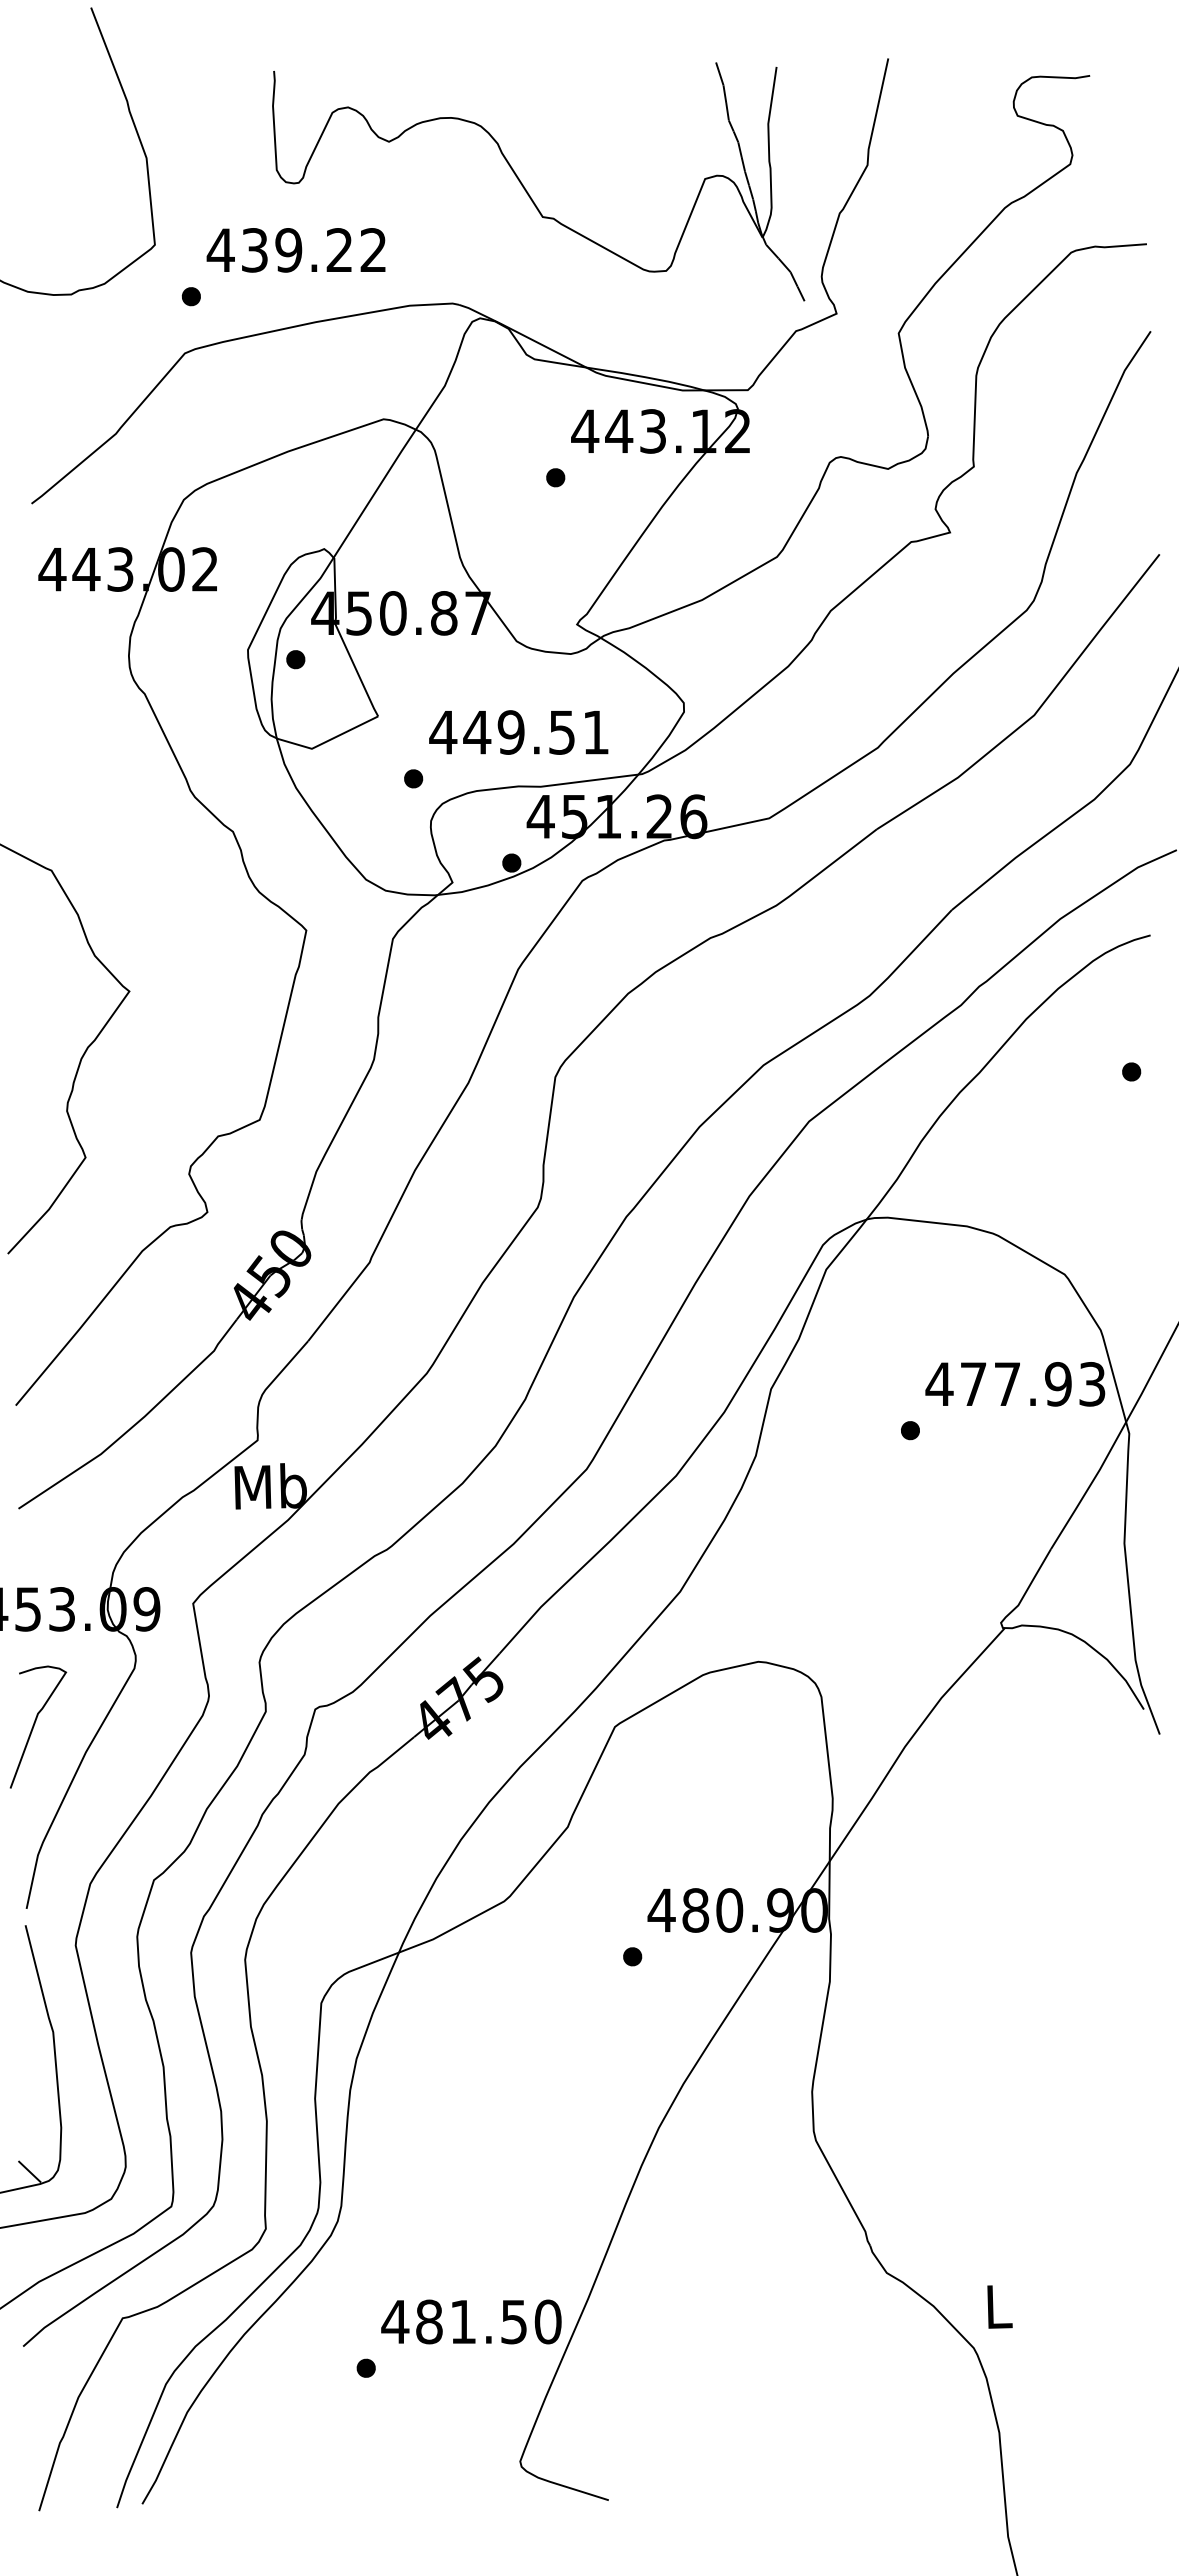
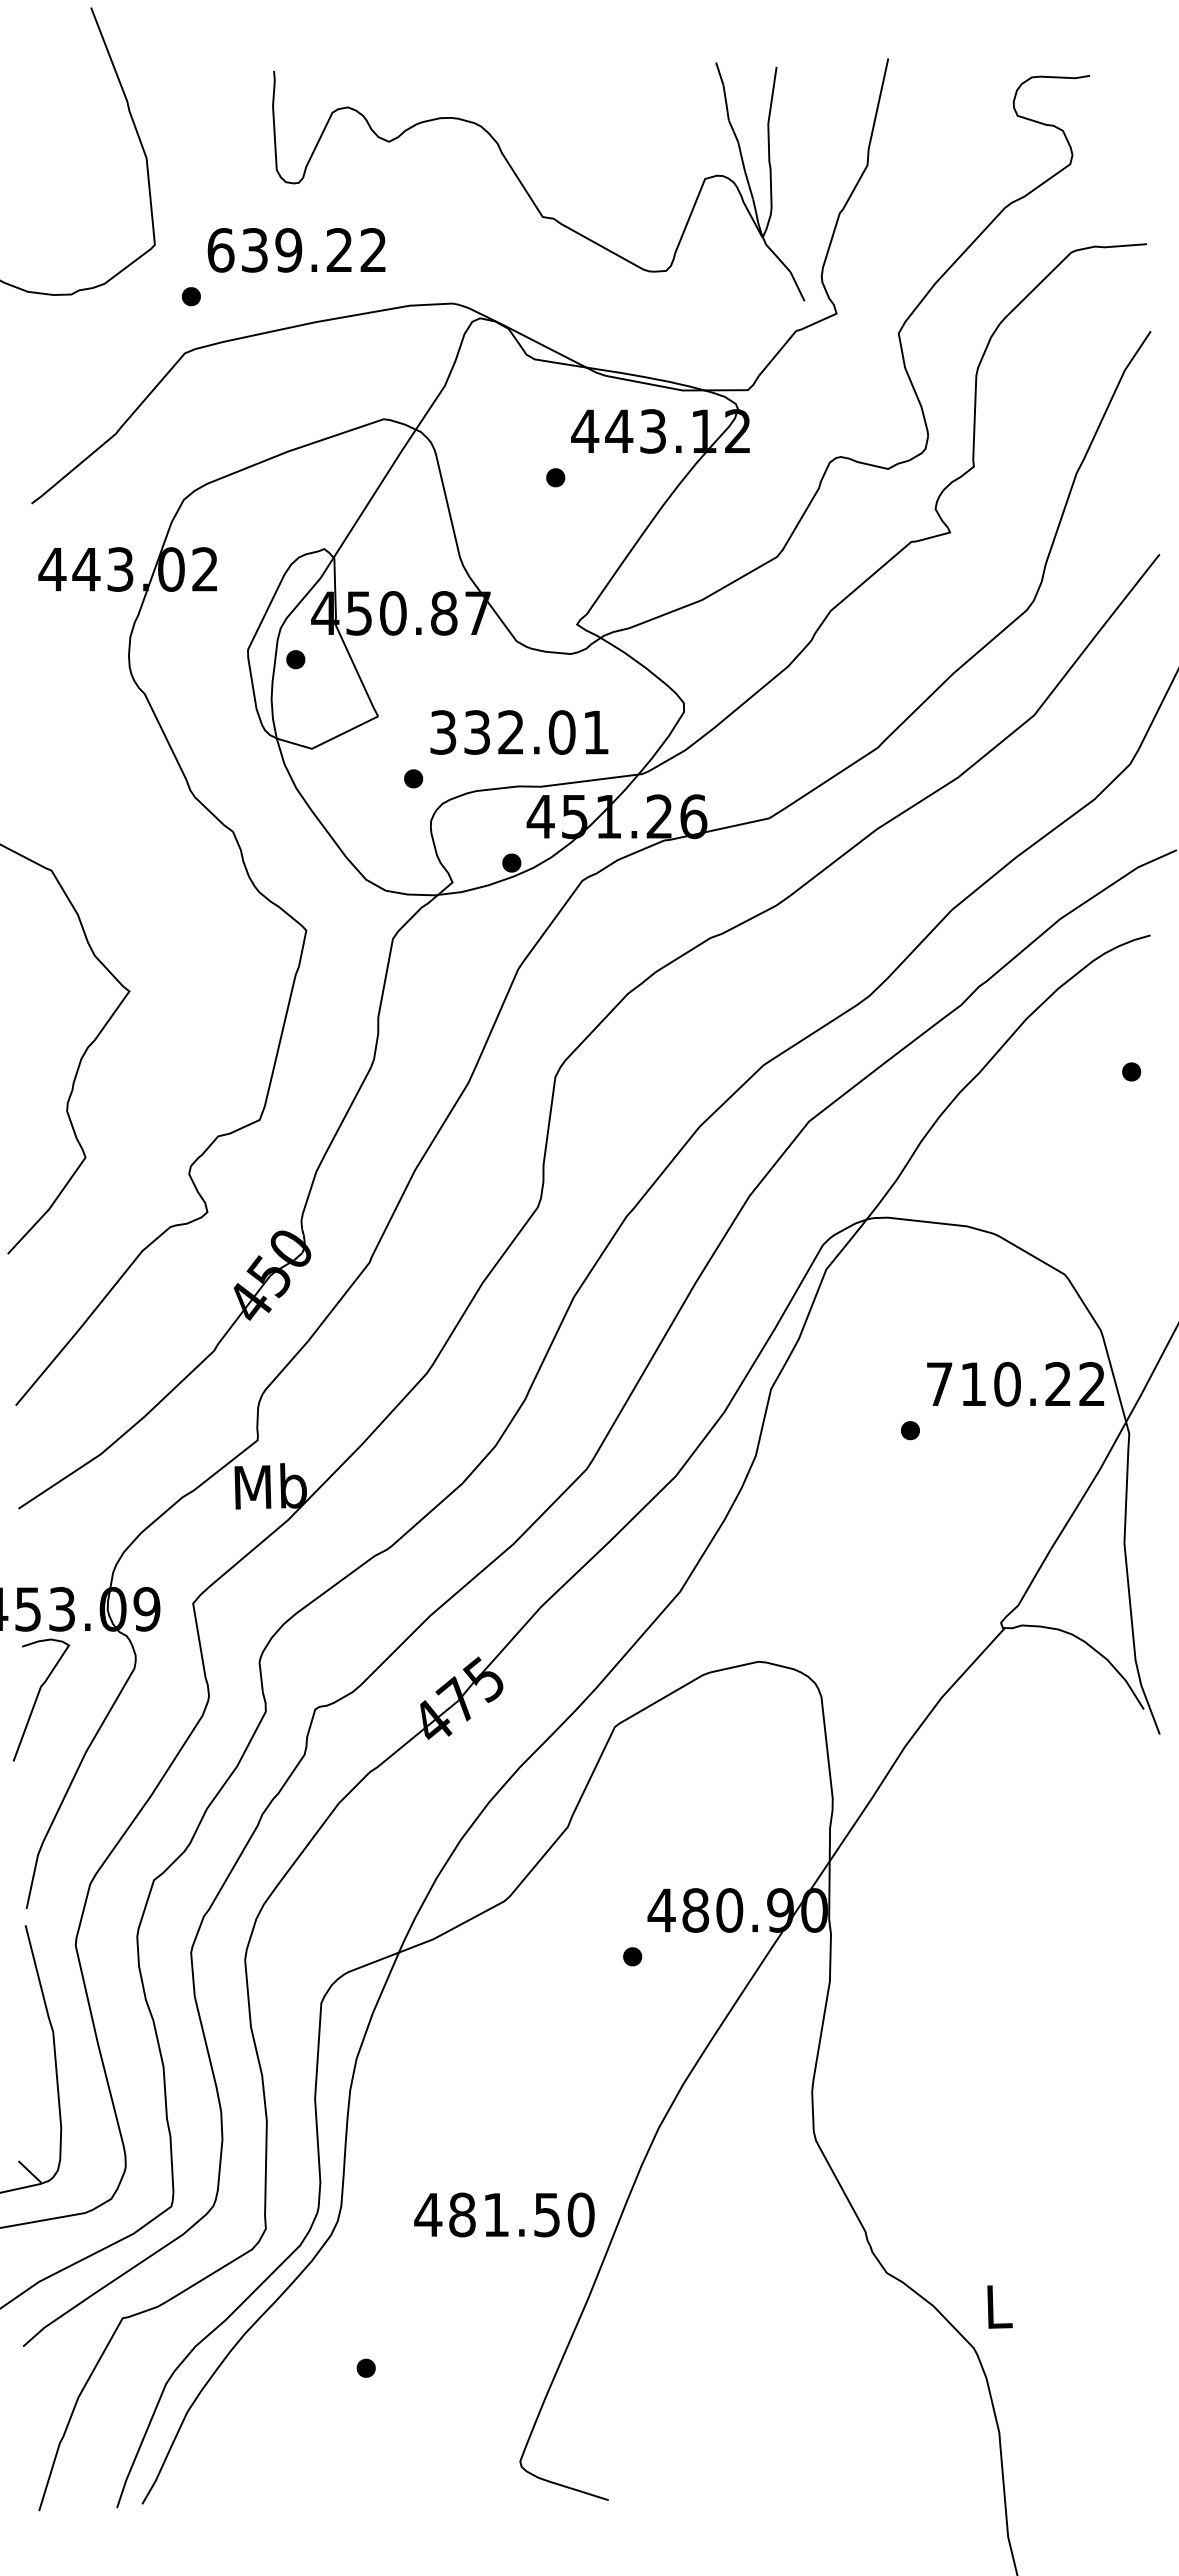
text at (220, 250): 439.22 -> 639.22
text at (502, 732): 449.51 -> 332.01
text at (1015, 1384): 477.93 -> 710.22
curve at (34, 1726) position: (34, 1726) -> (37, 1699)
text at (471, 2321) position: (471, 2321) -> (504, 2214)
